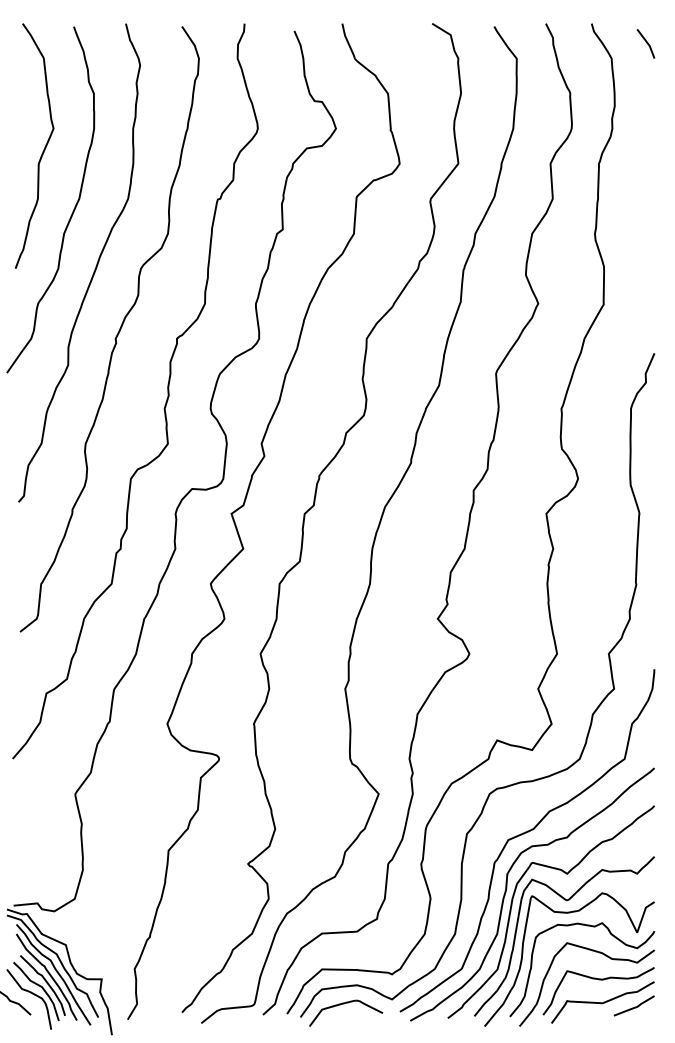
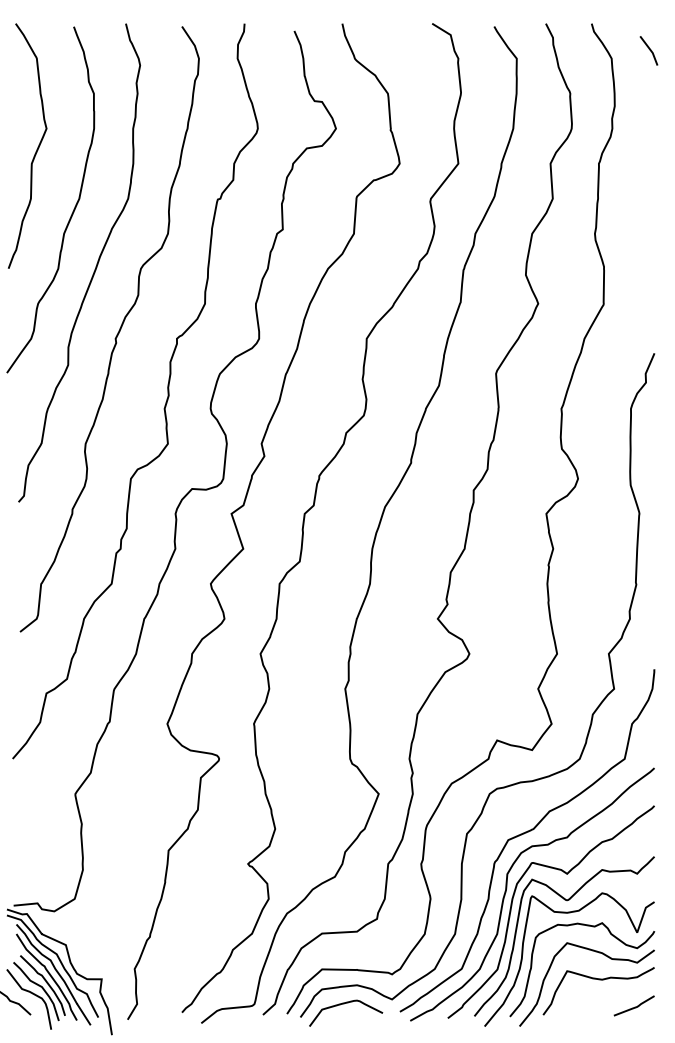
line at (645, 42) position: (645, 42) -> (648, 49)
curve at (43, 149) position: (43, 149) -> (36, 149)
curve at (602, 1002): present -> none
